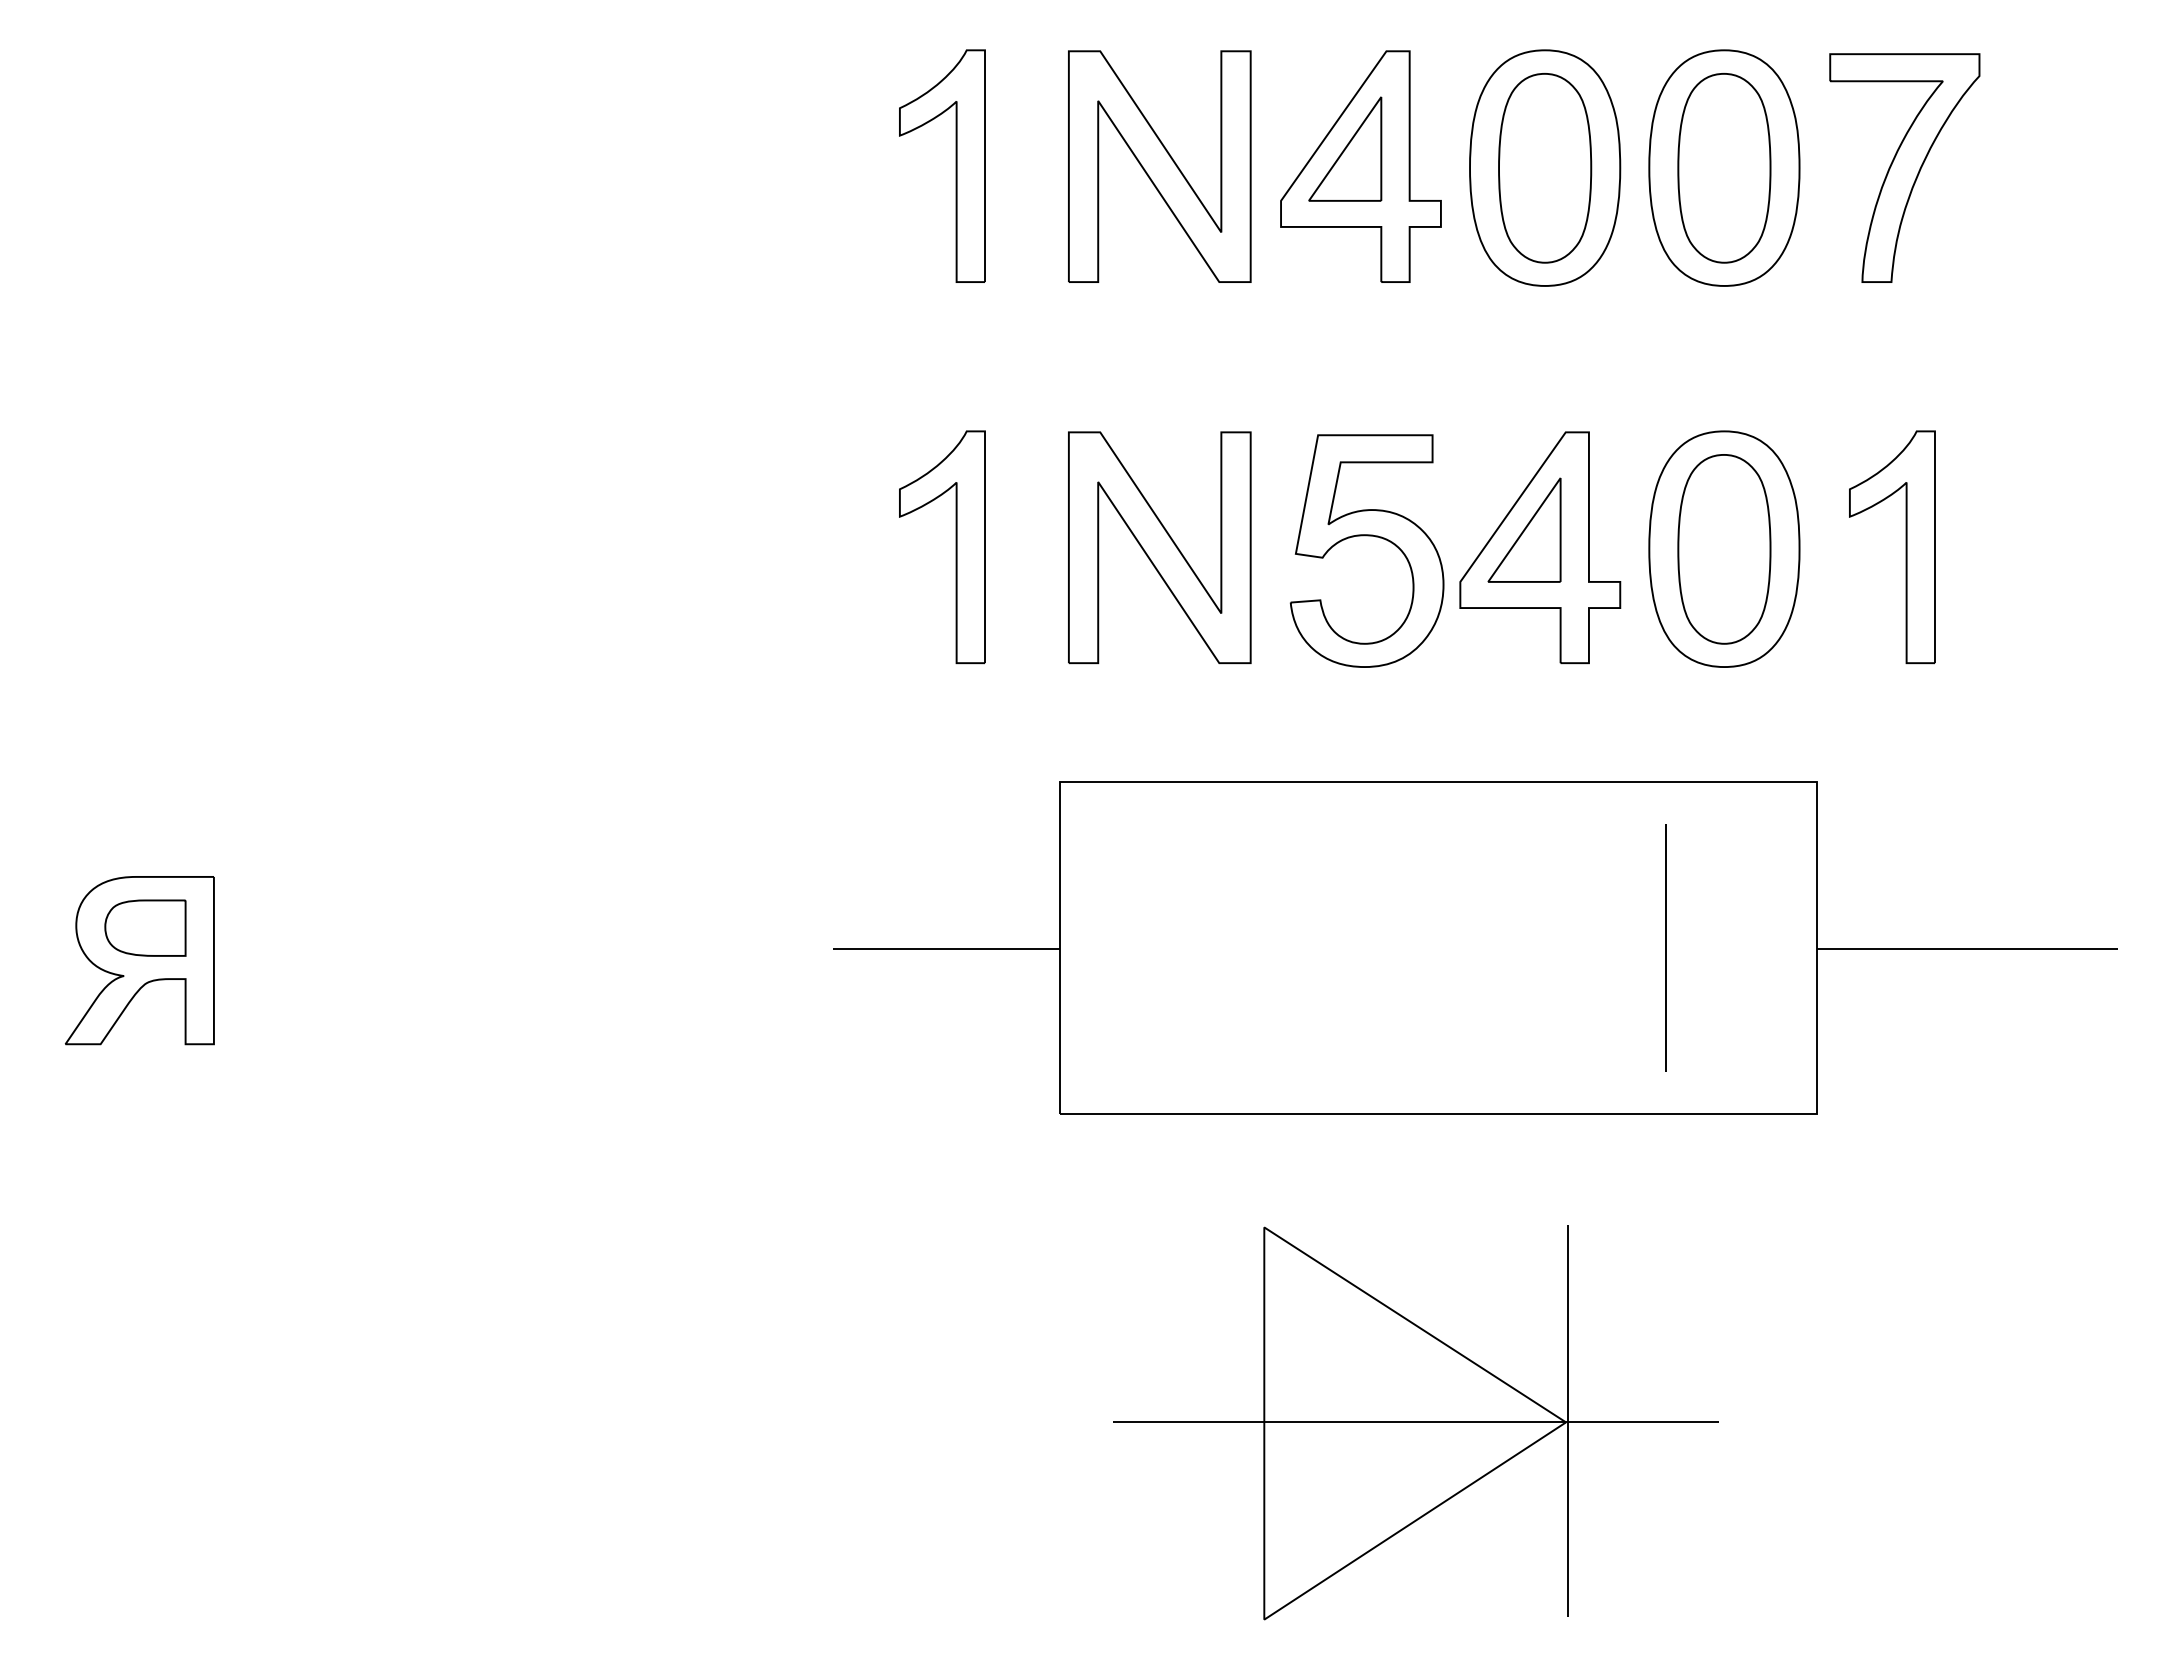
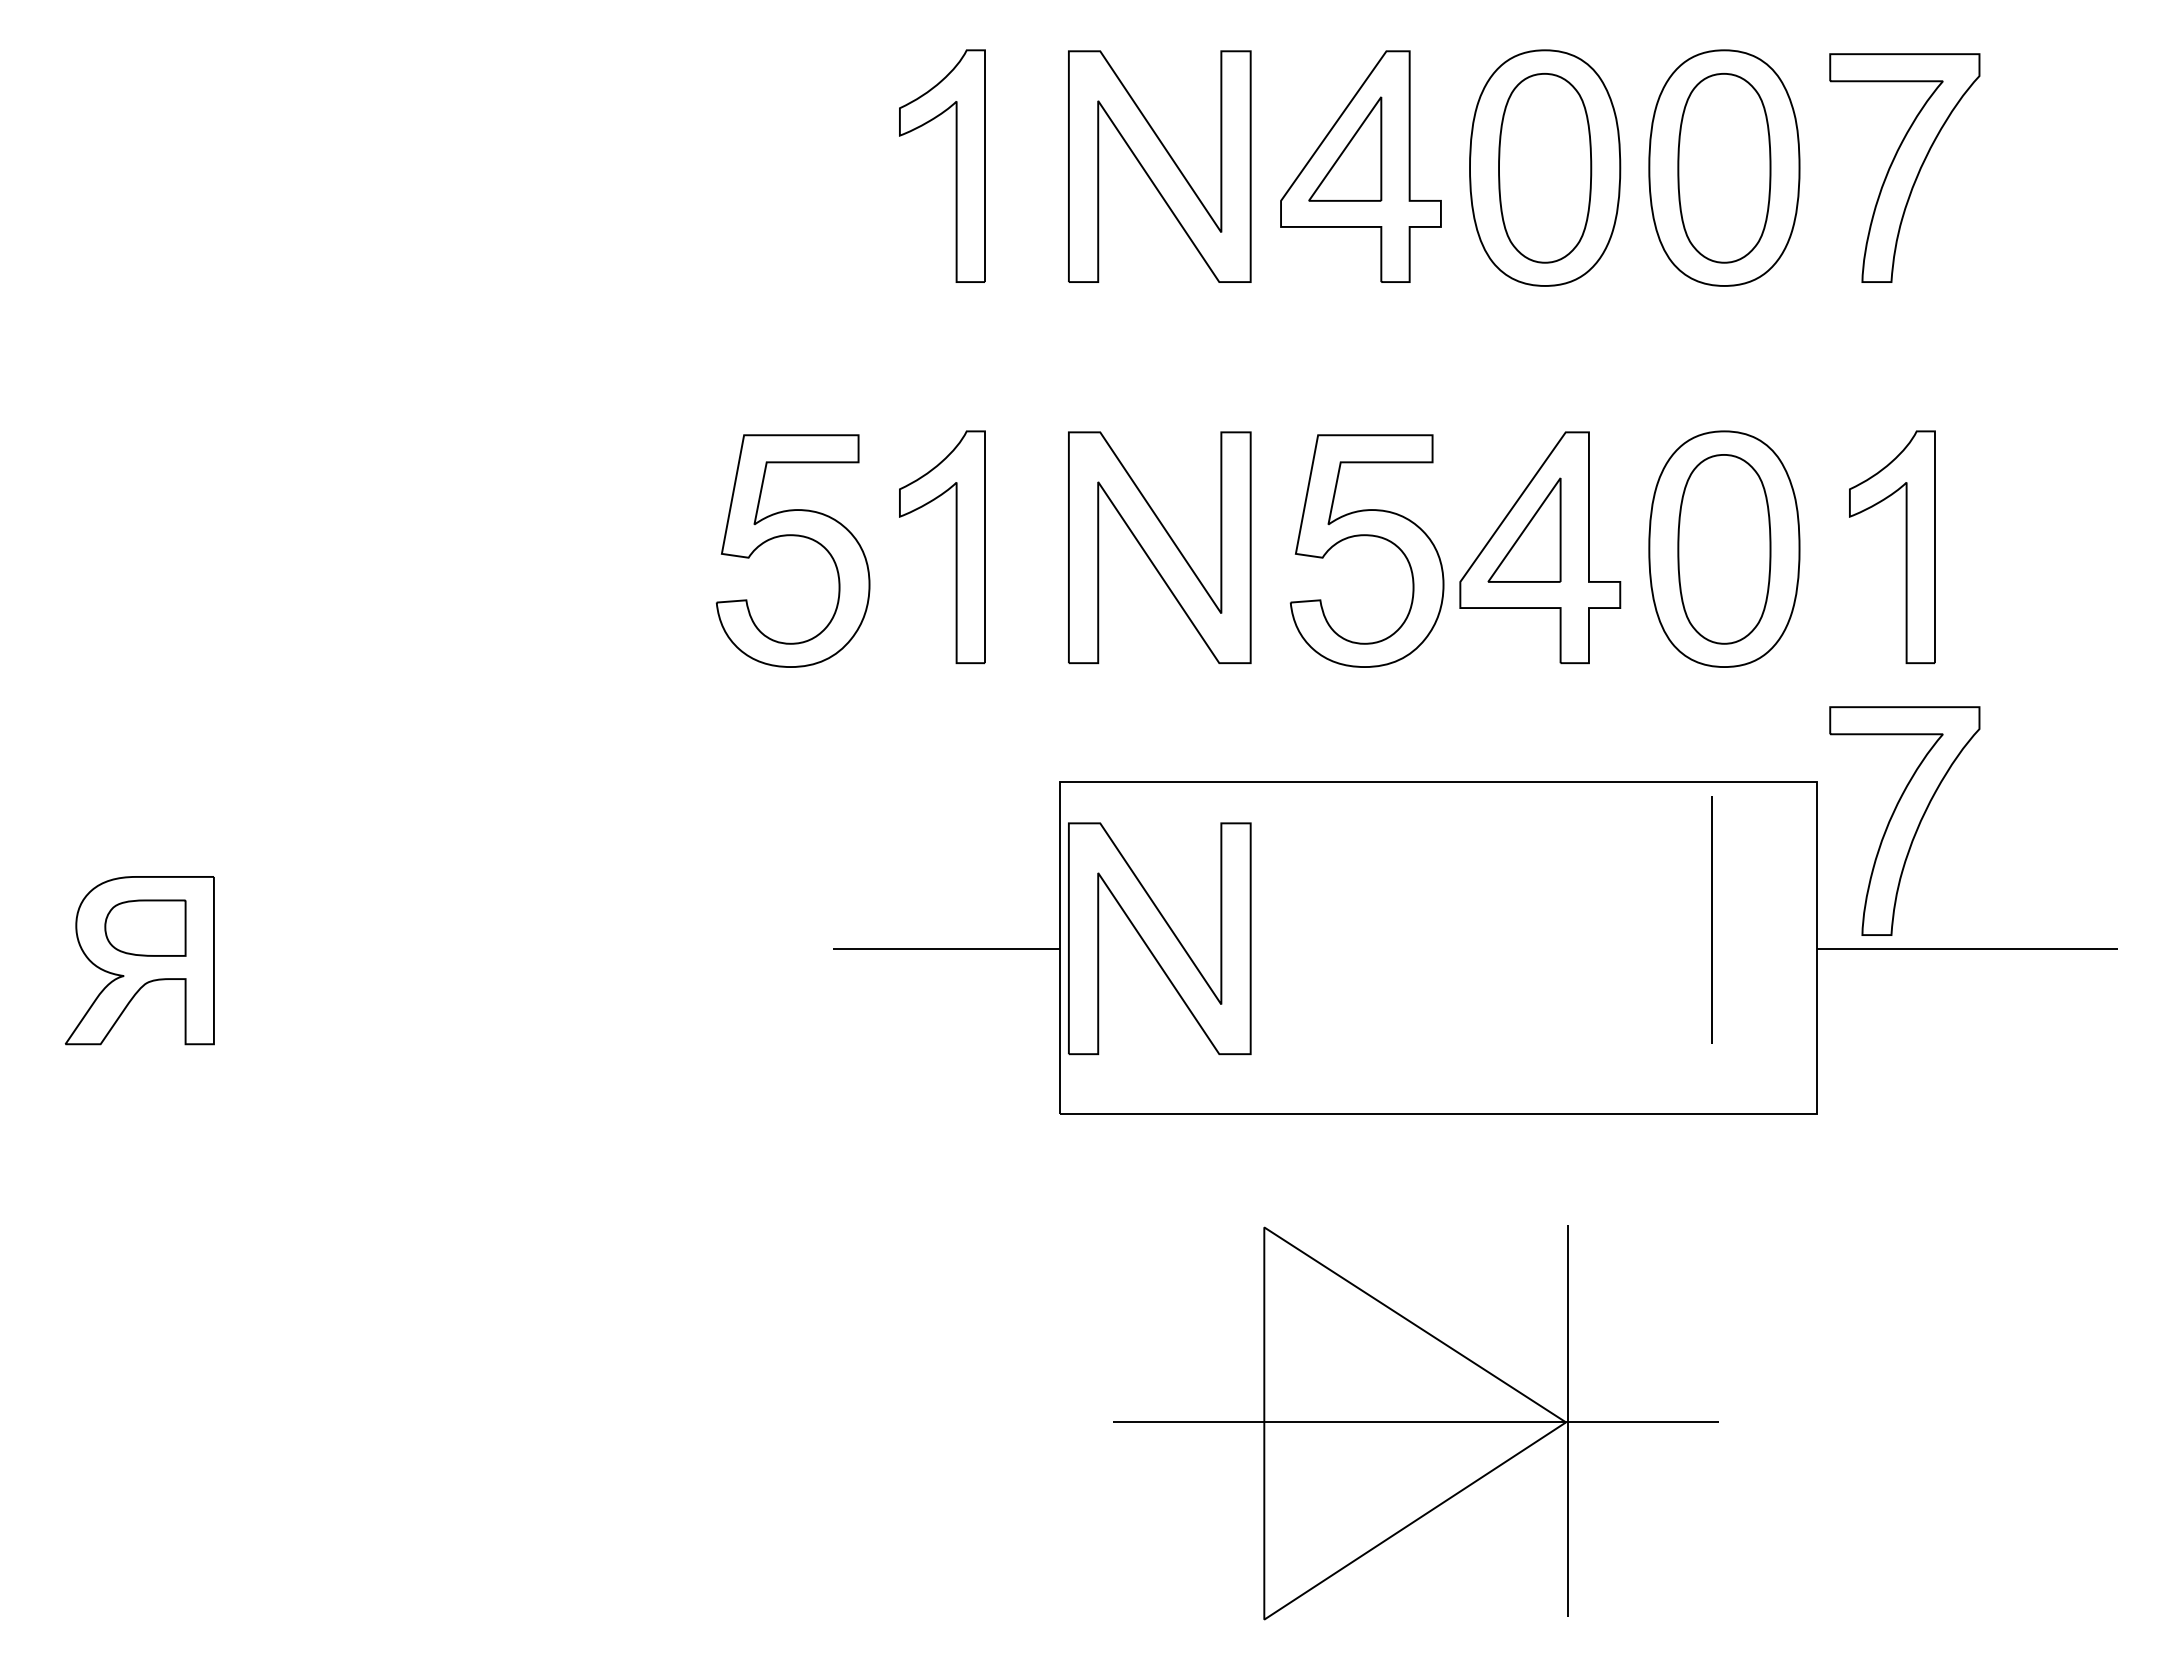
part at (792, 536): none -> present
part at (1904, 820): none -> present
part at (1159, 938): none -> present
line at (1665, 947) position: (1665, 947) -> (1711, 919)
